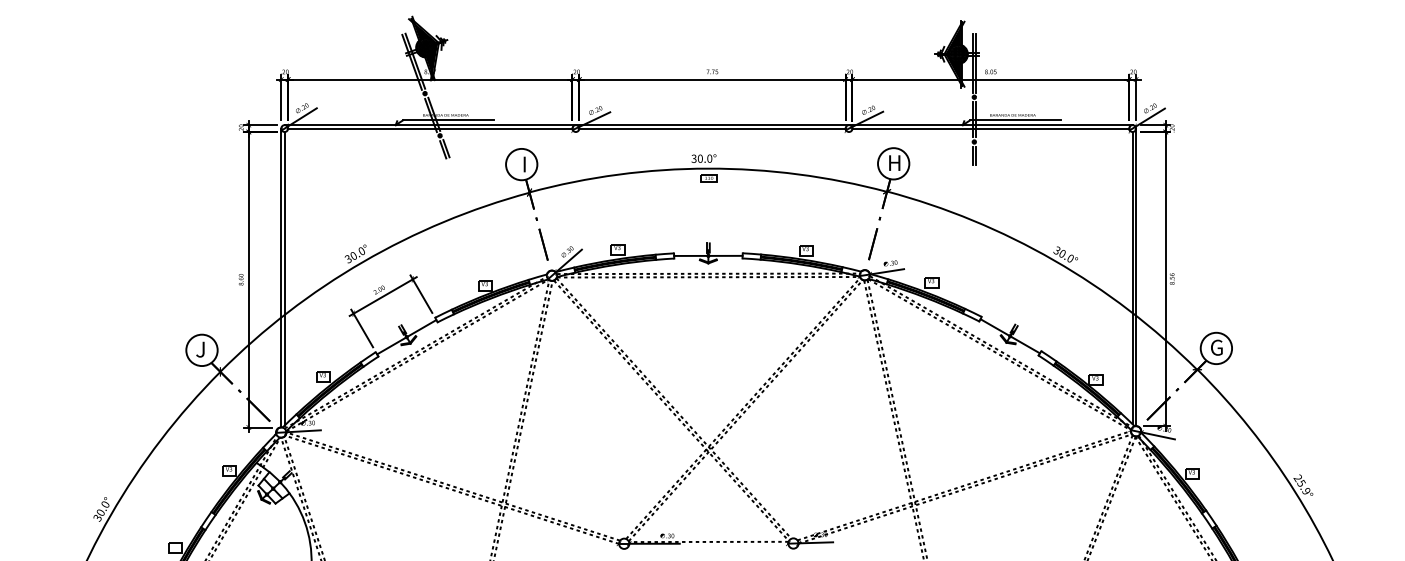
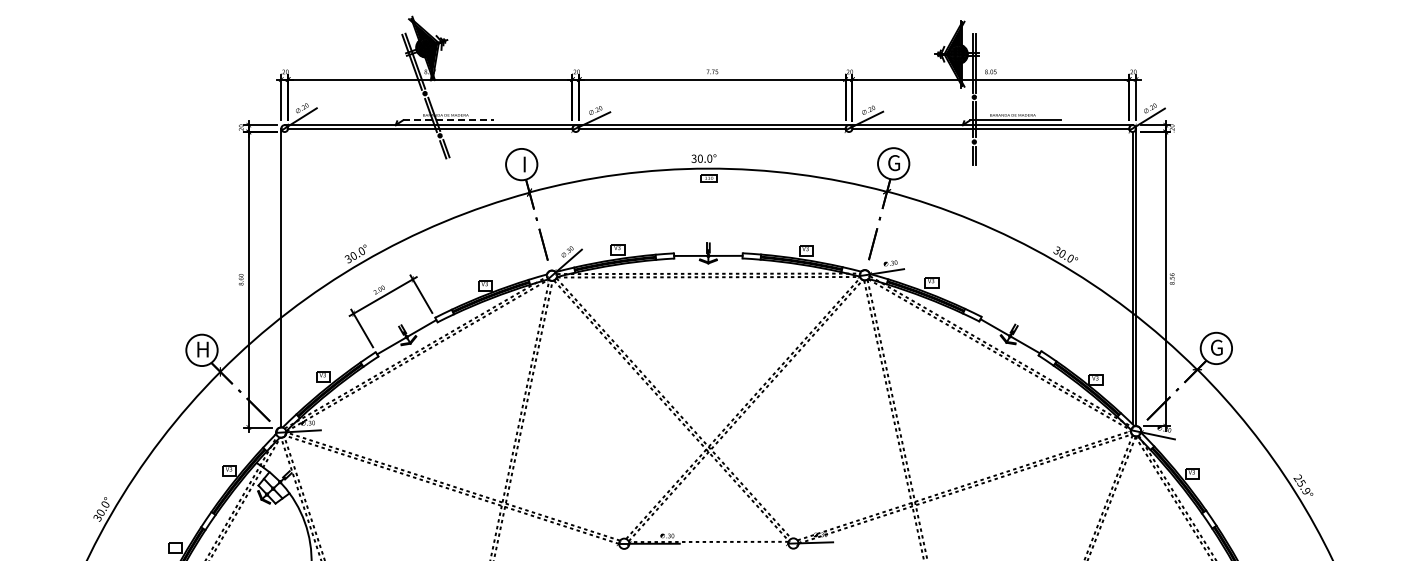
line at (448, 120): solid -> dashed
text at (894, 163): H -> G
line at (284, 278): present -> none
text at (202, 349): J -> H
